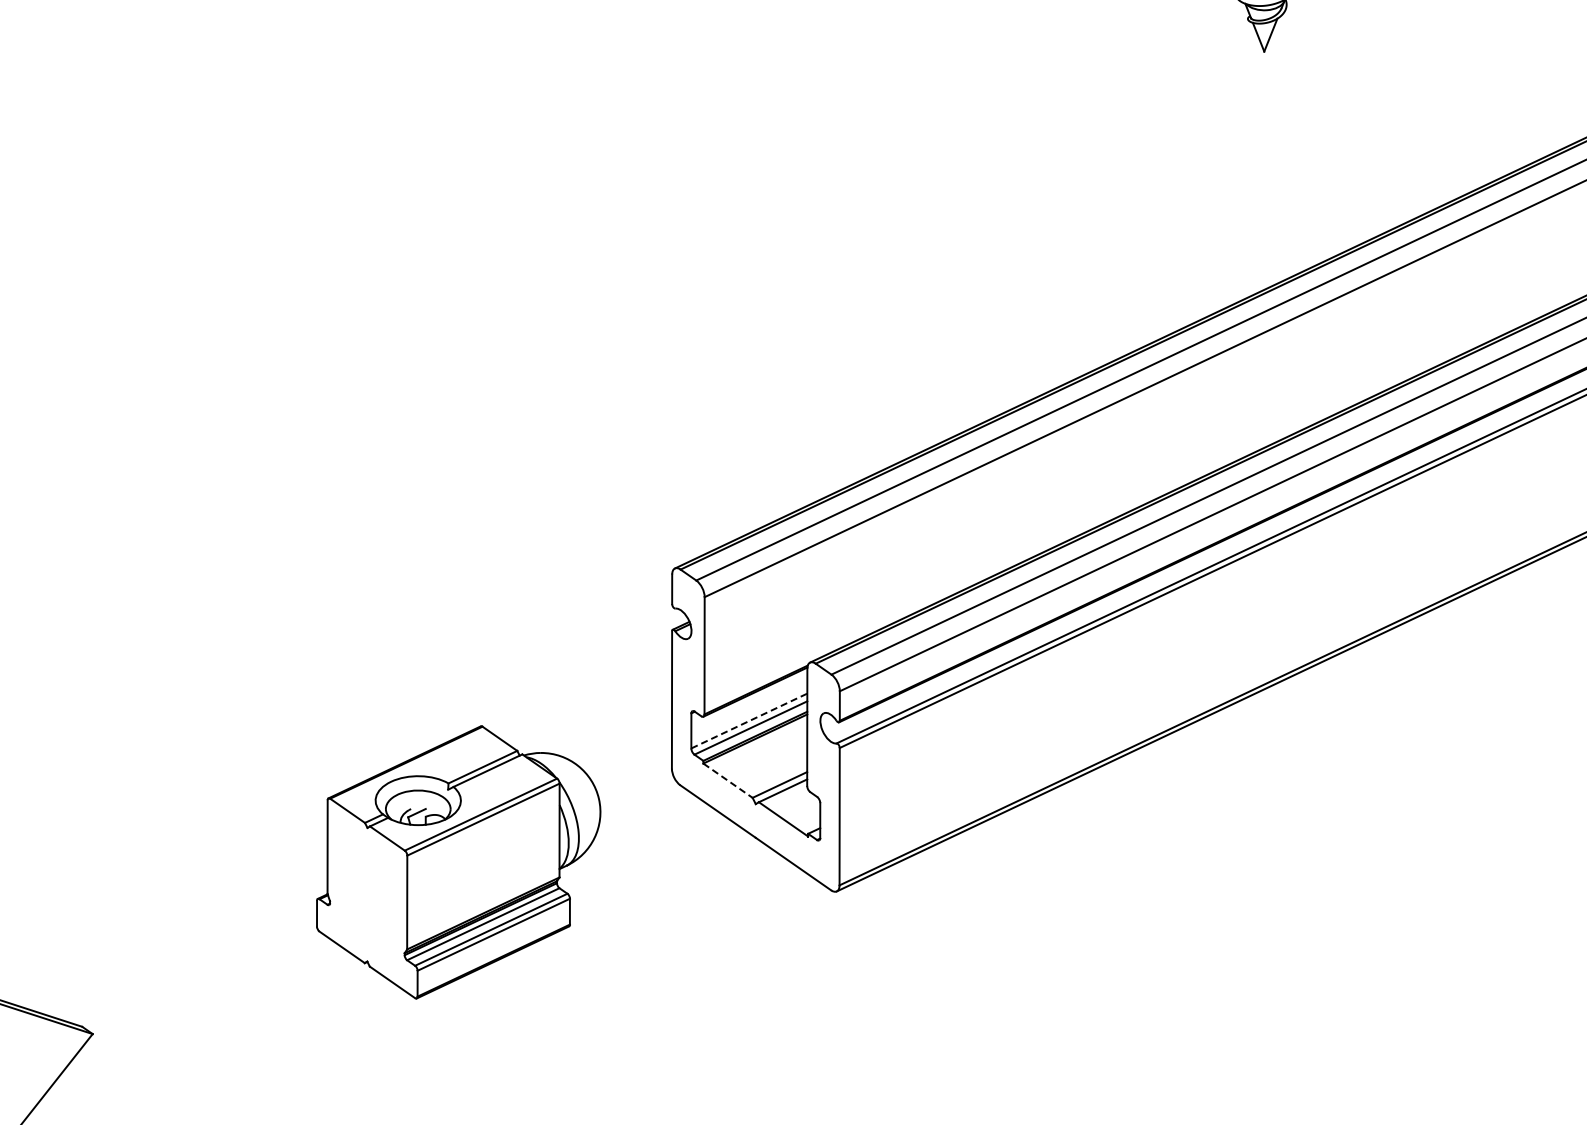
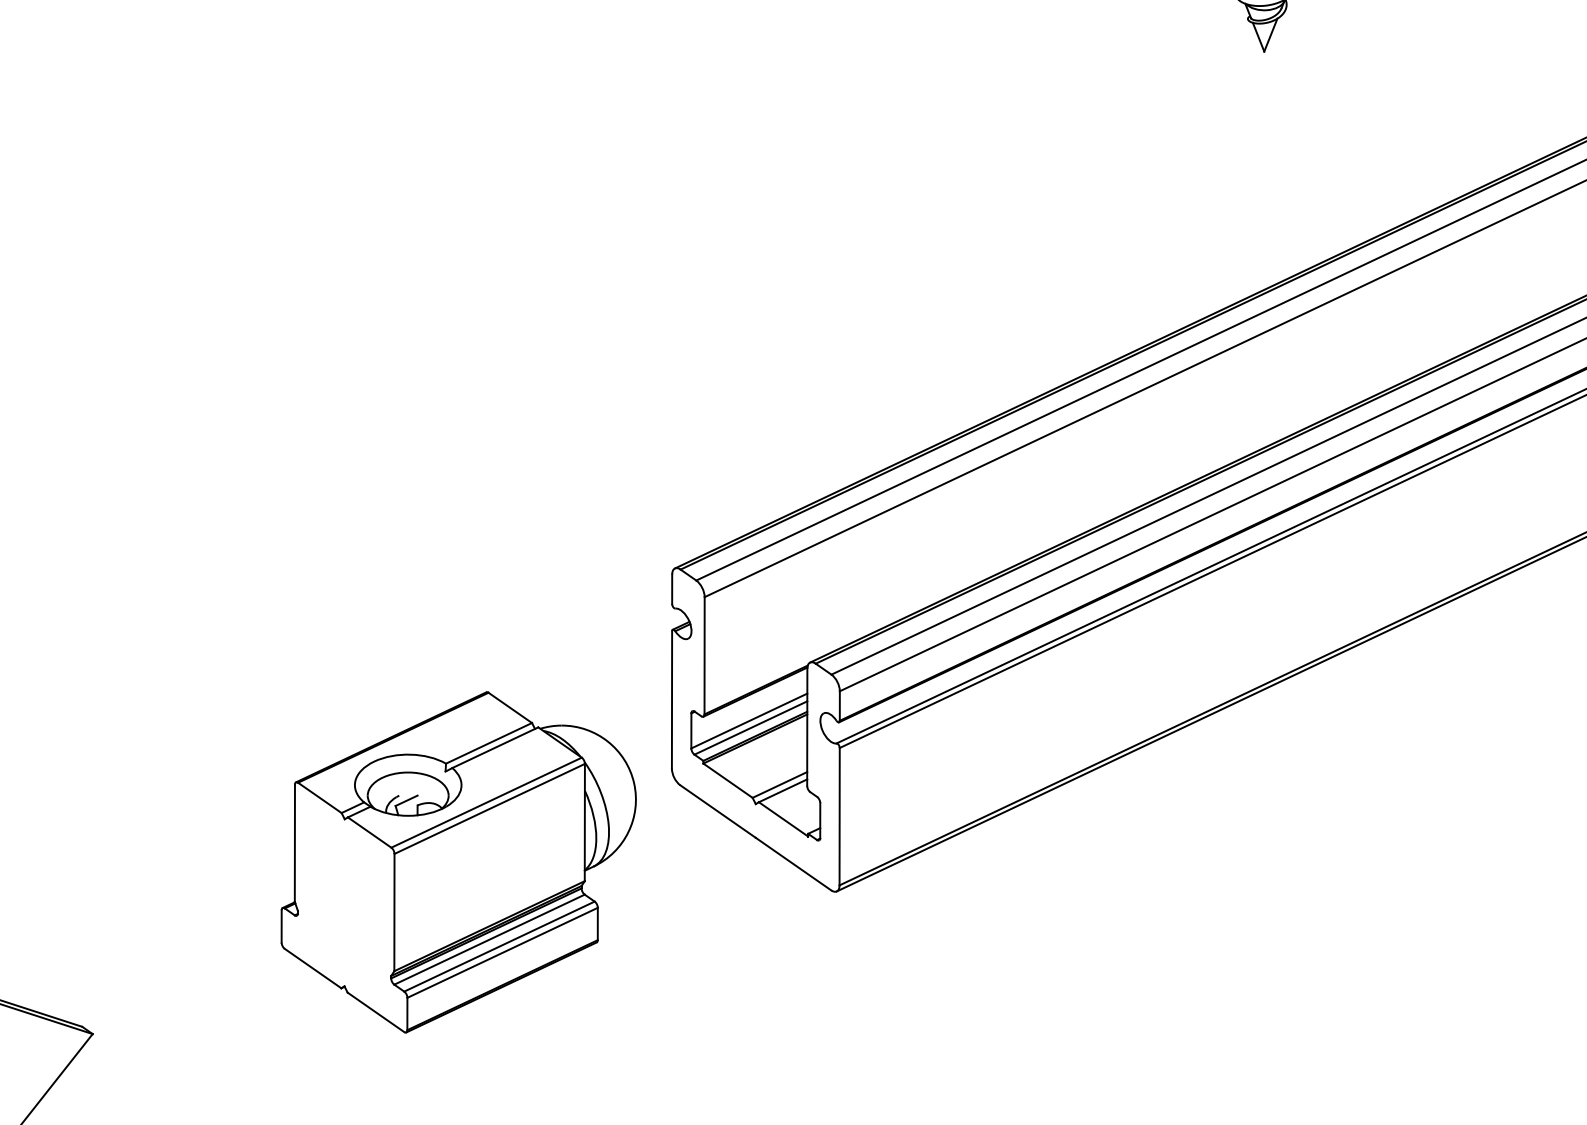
line at (749, 720): dashed -> solid
line at (728, 781): dashed -> solid
part at (458, 862) size: 286x275 px -> 357x343 px
